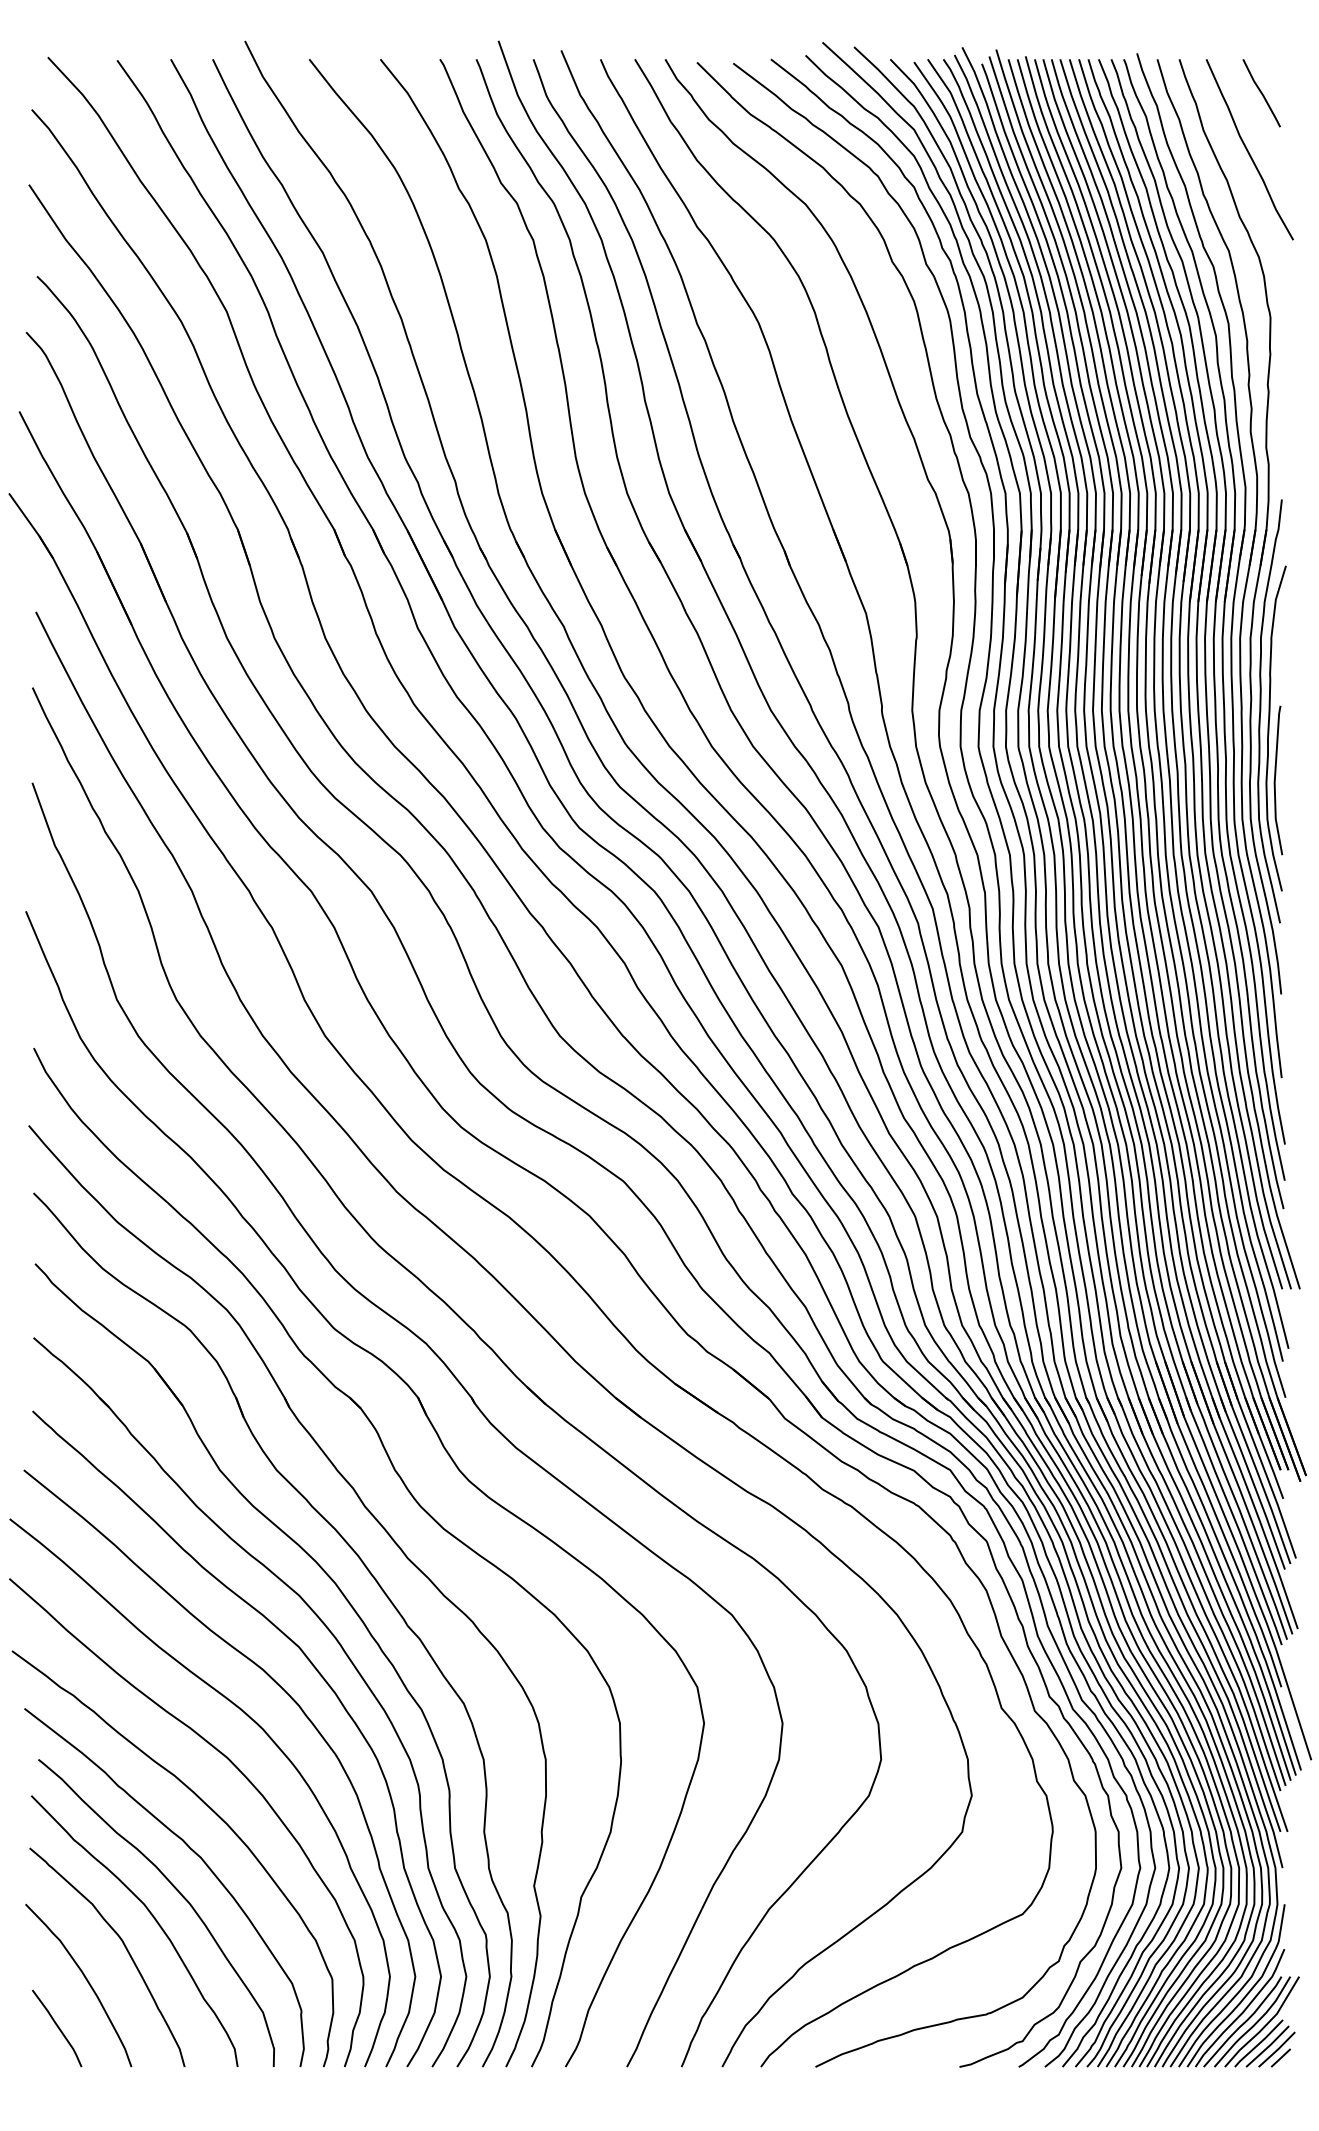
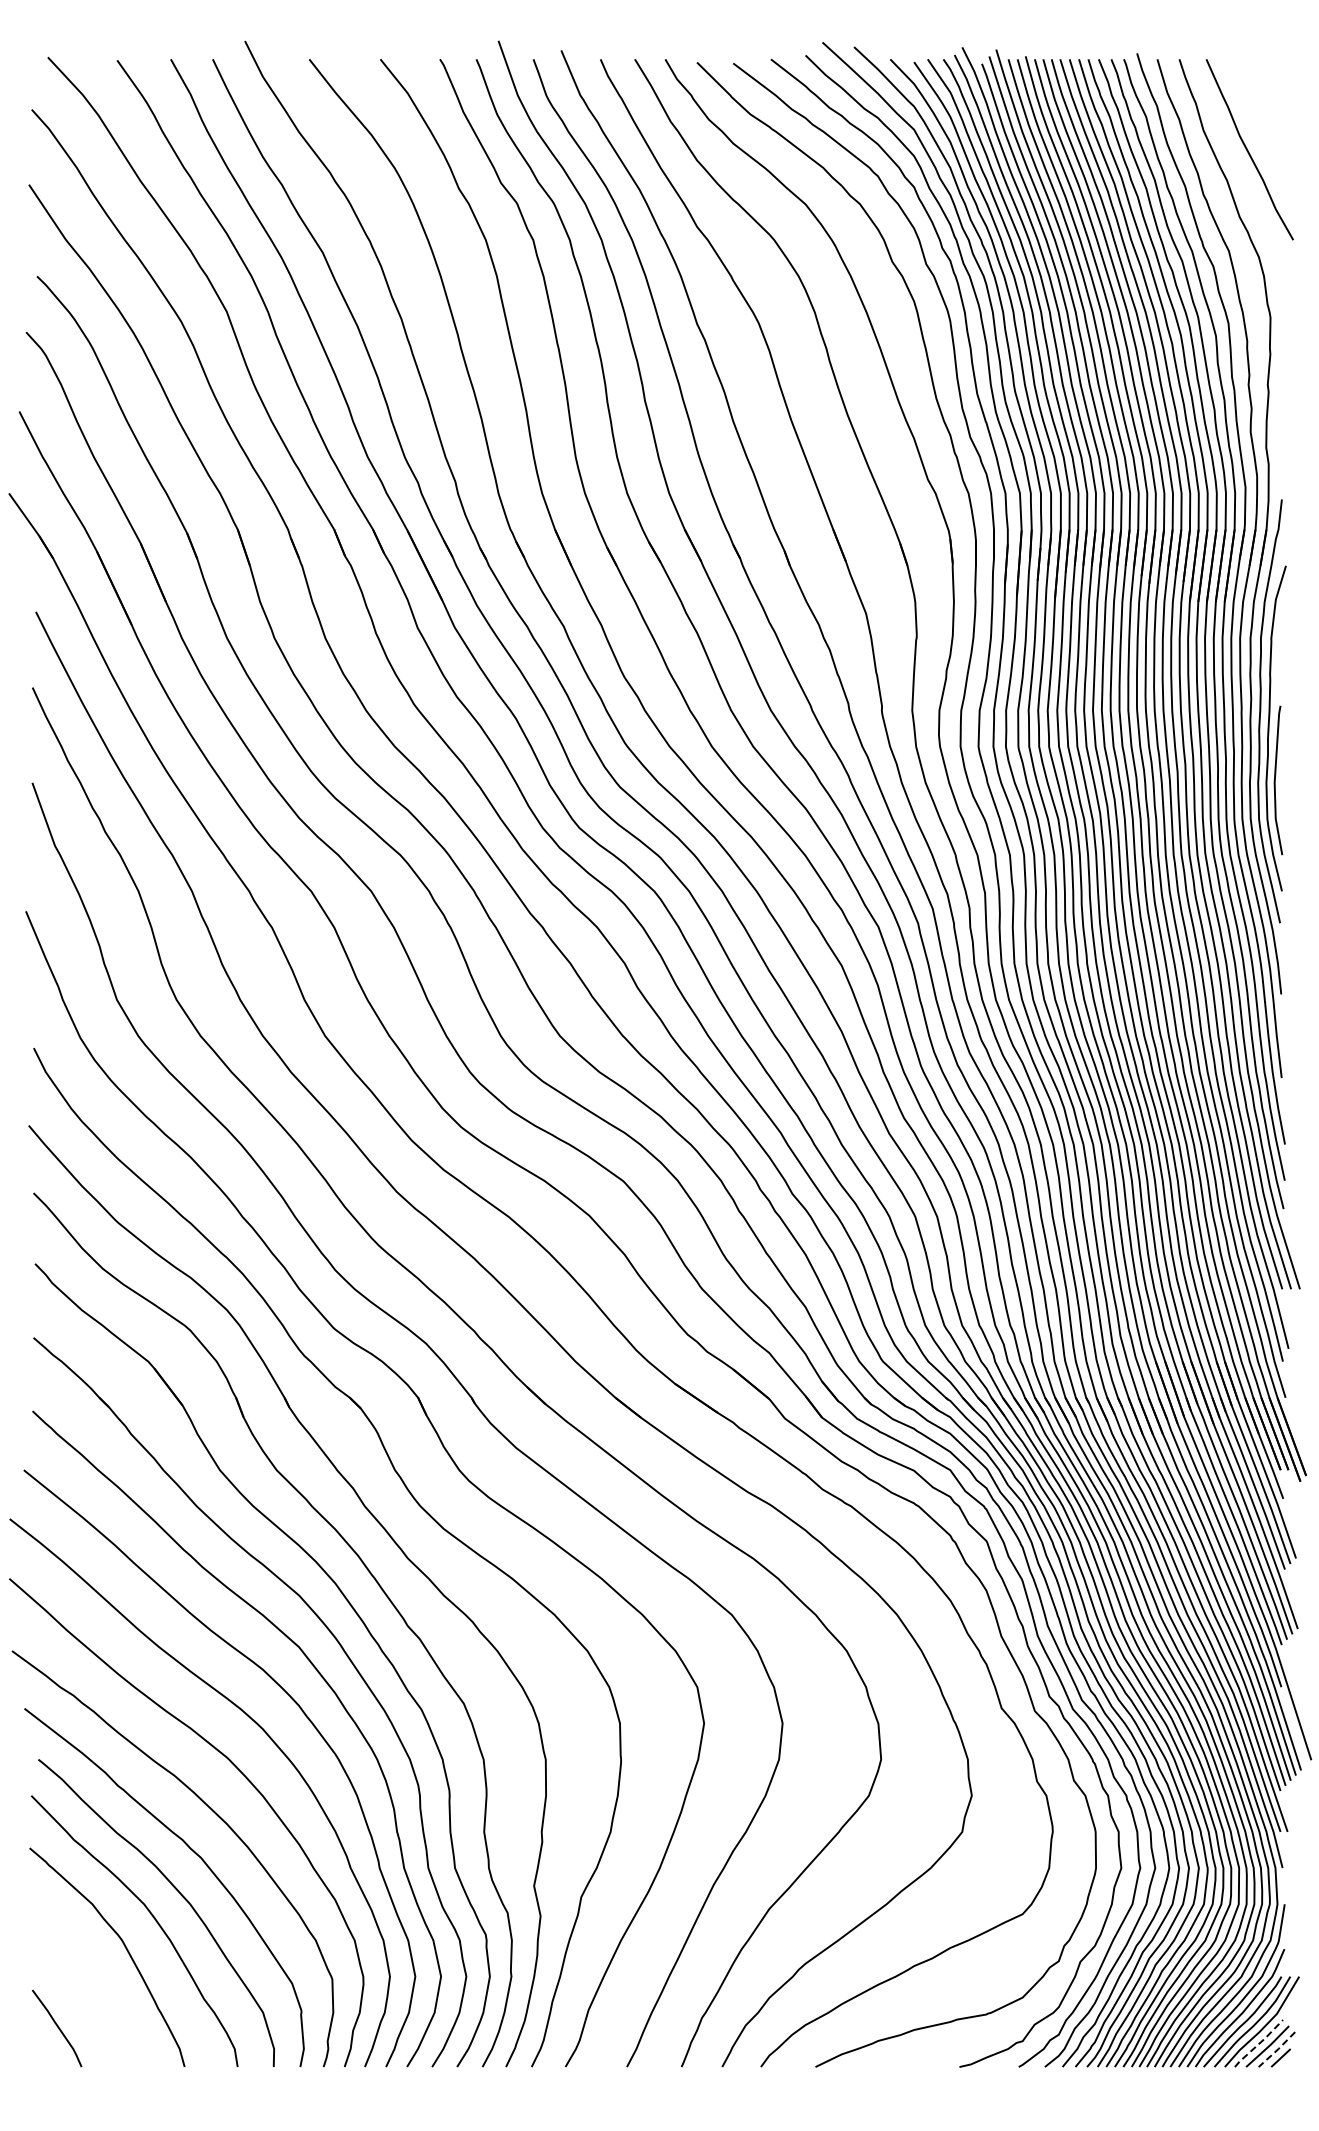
line at (1261, 93): present -> none
curve at (86, 1981): present -> none
line at (1259, 2043): solid -> dashed
line at (1277, 2049): solid -> dashed
